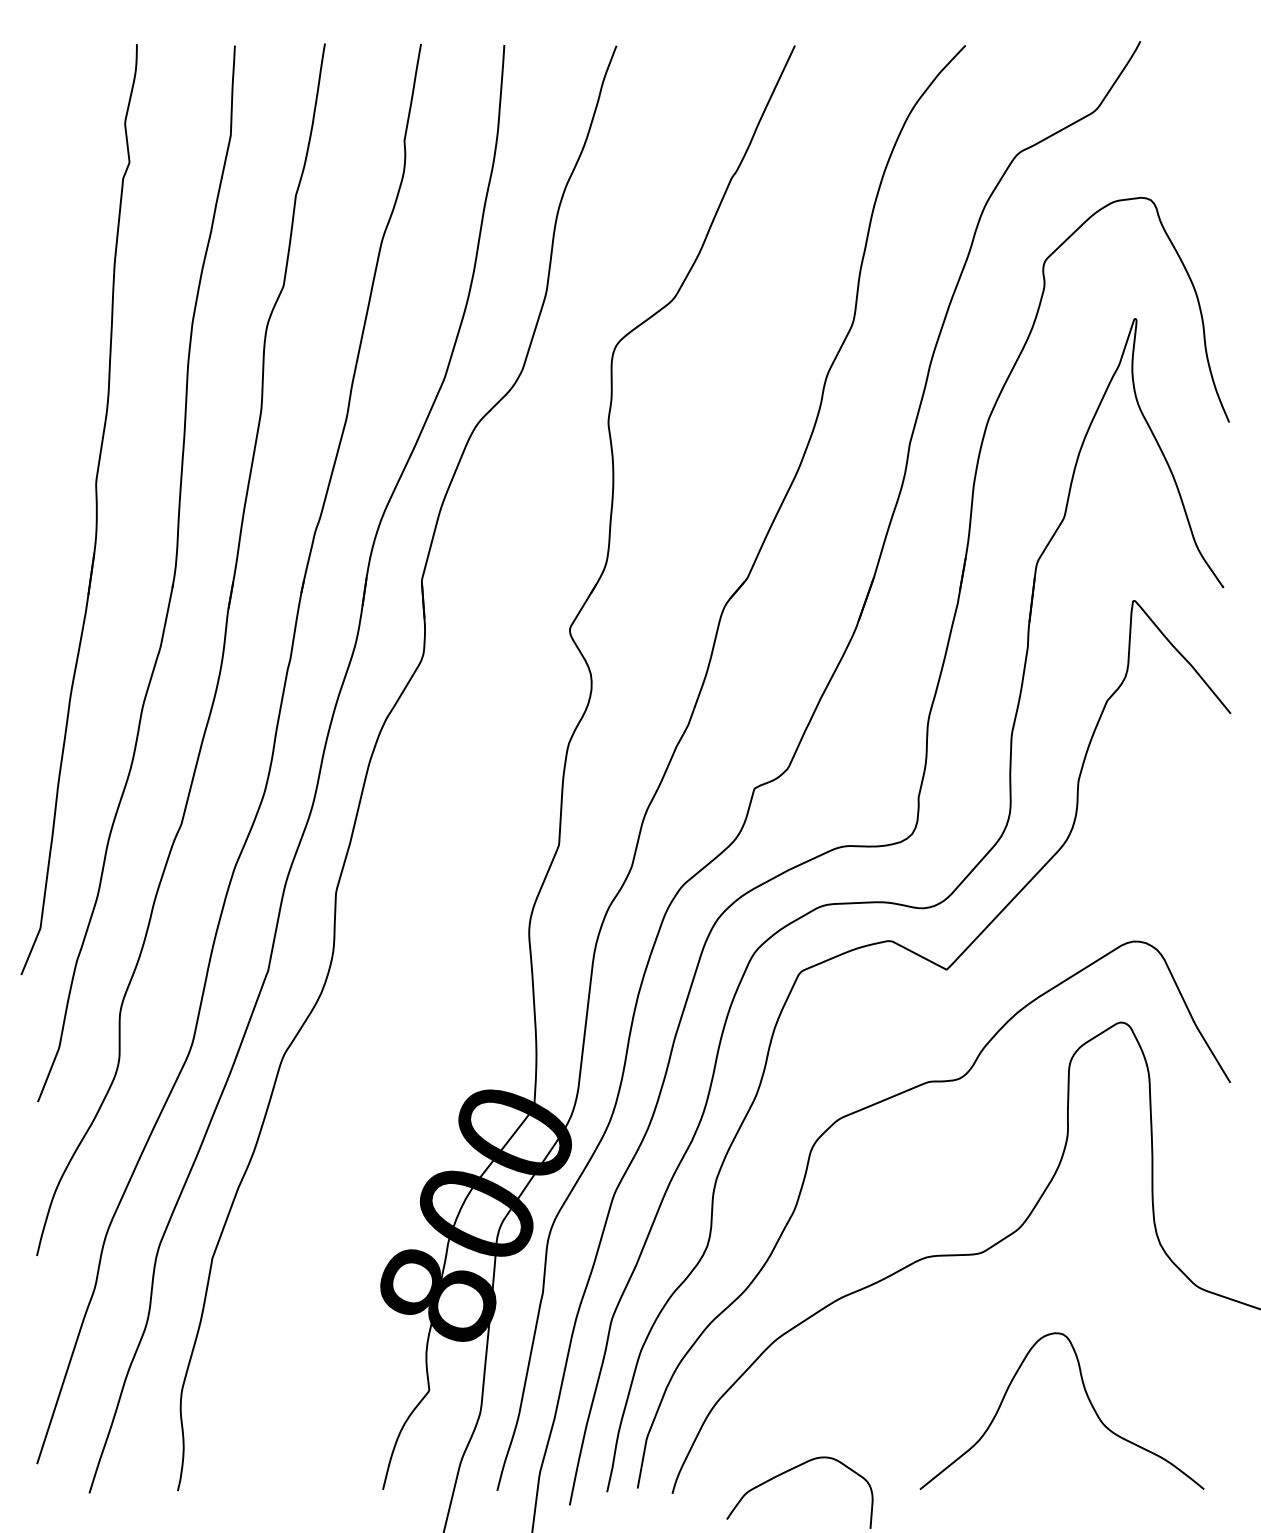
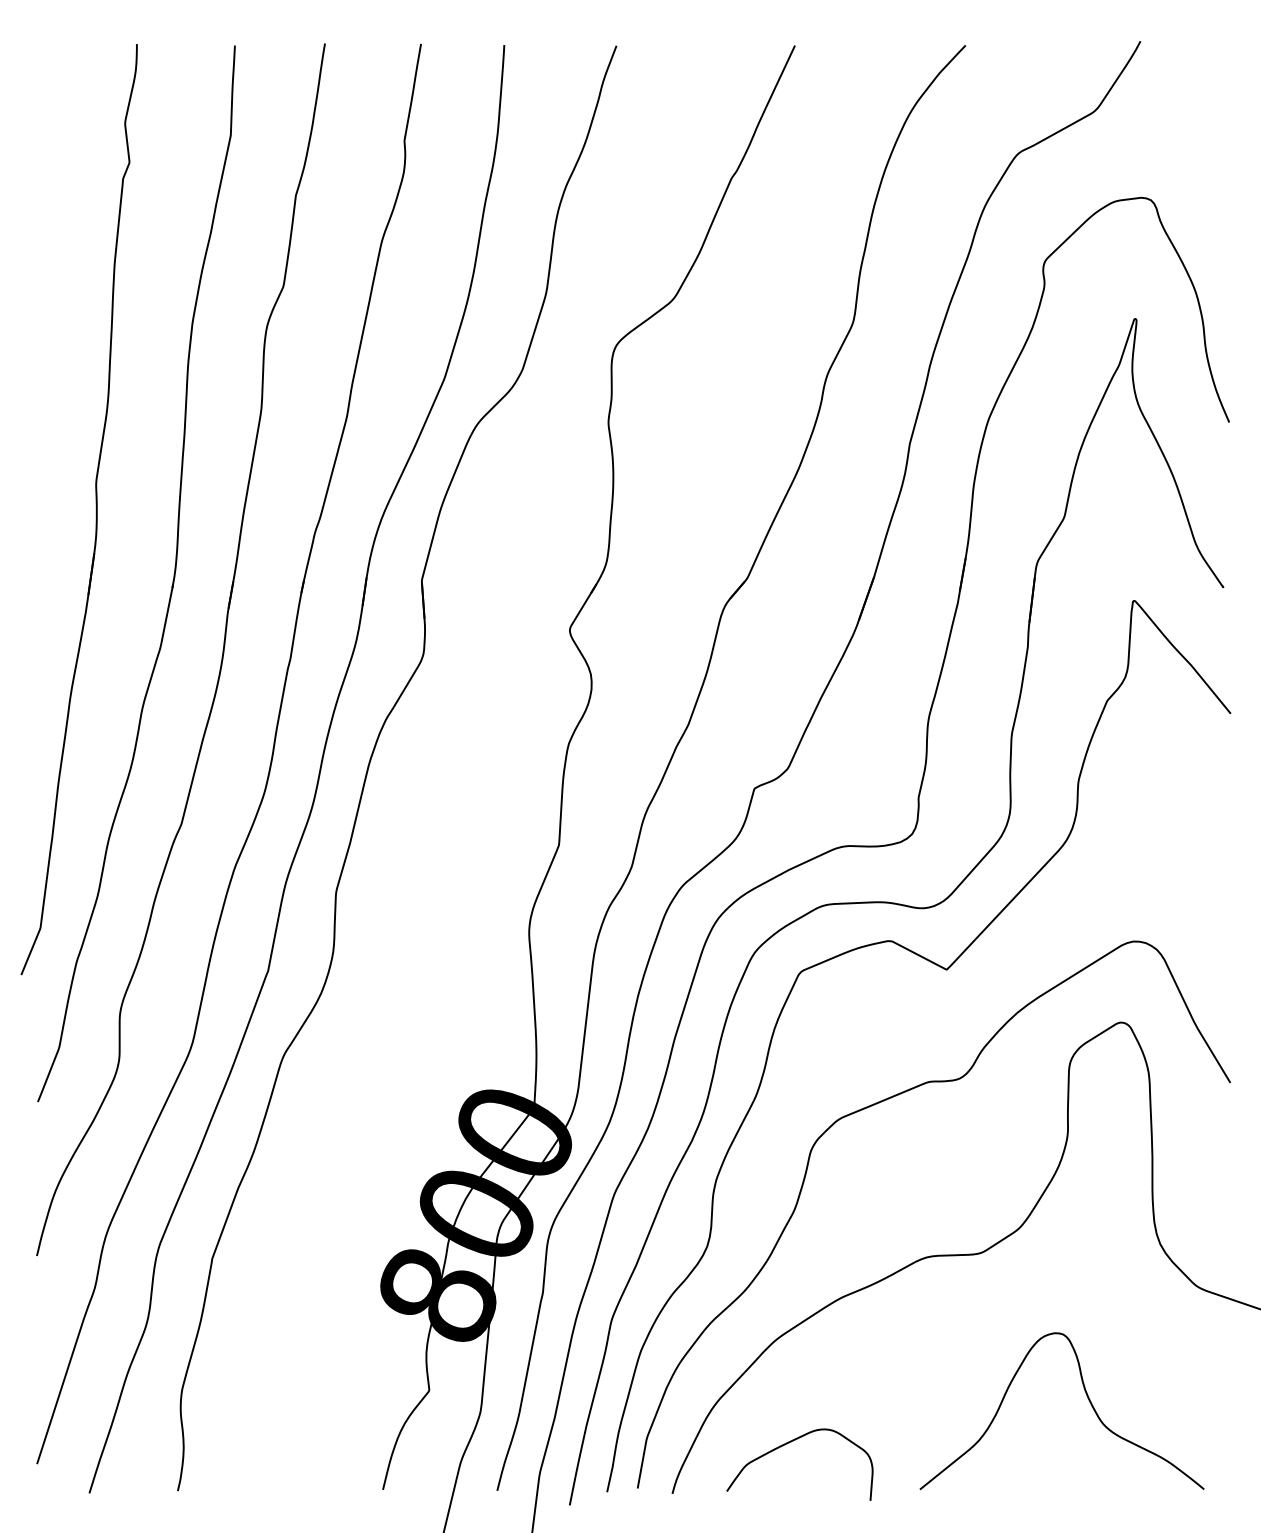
curve at (789, 1471) position: (789, 1471) -> (789, 1443)
